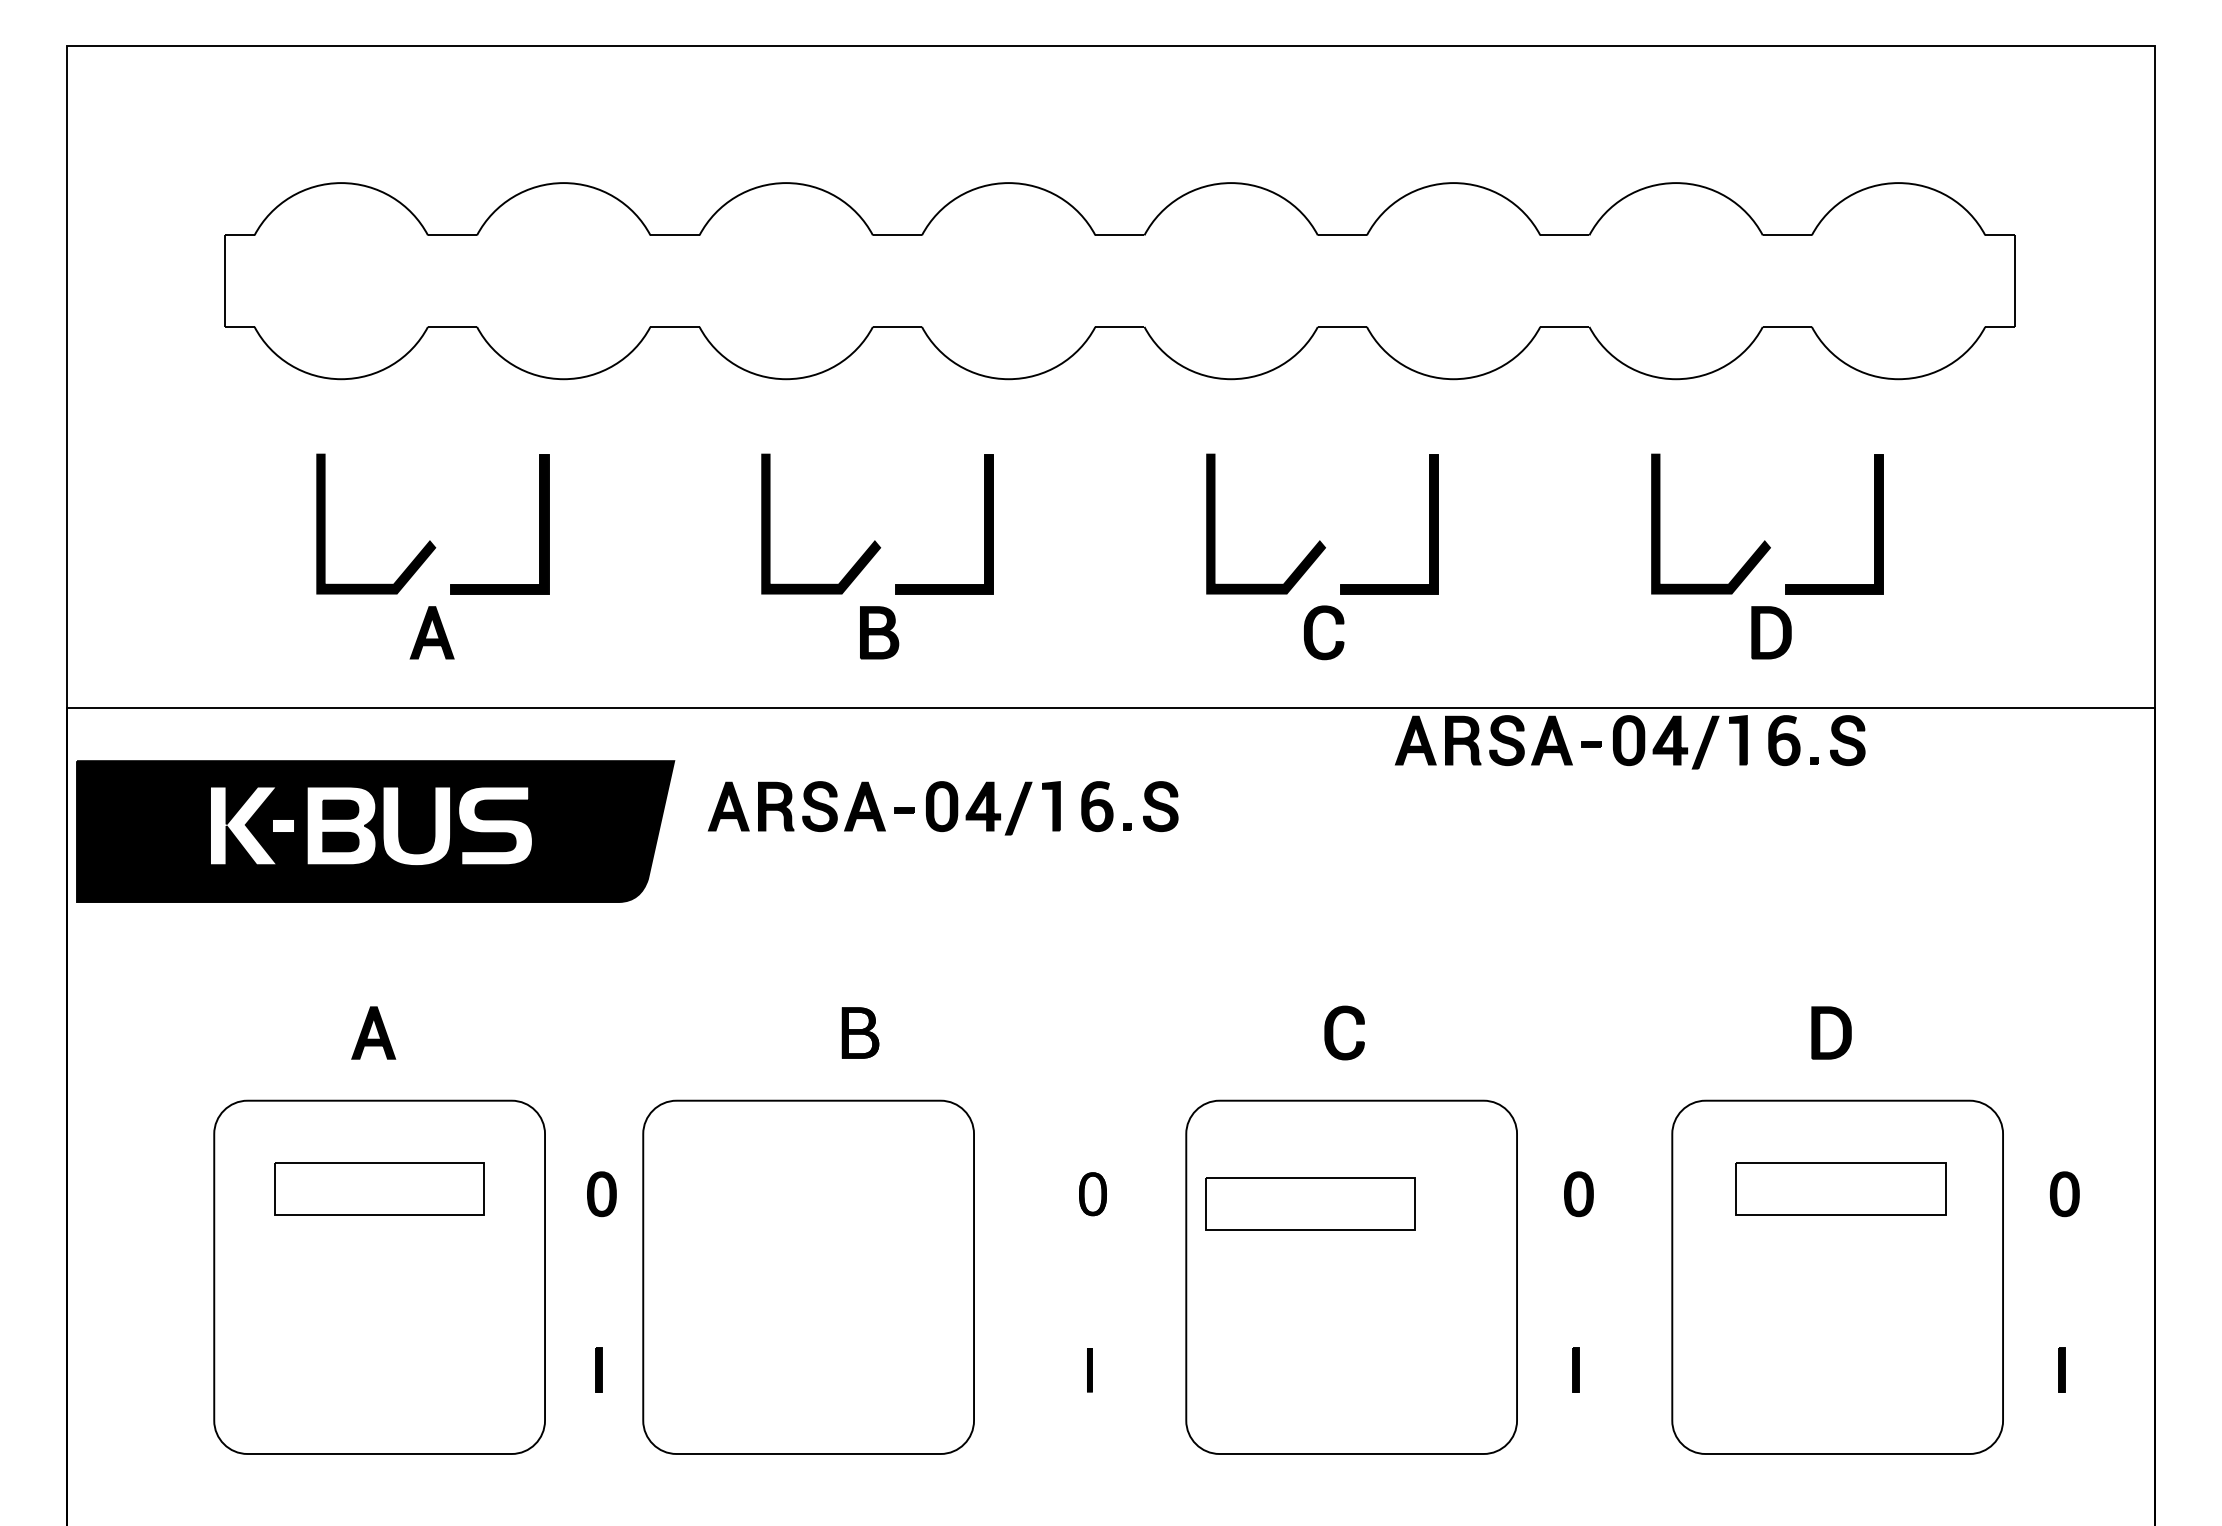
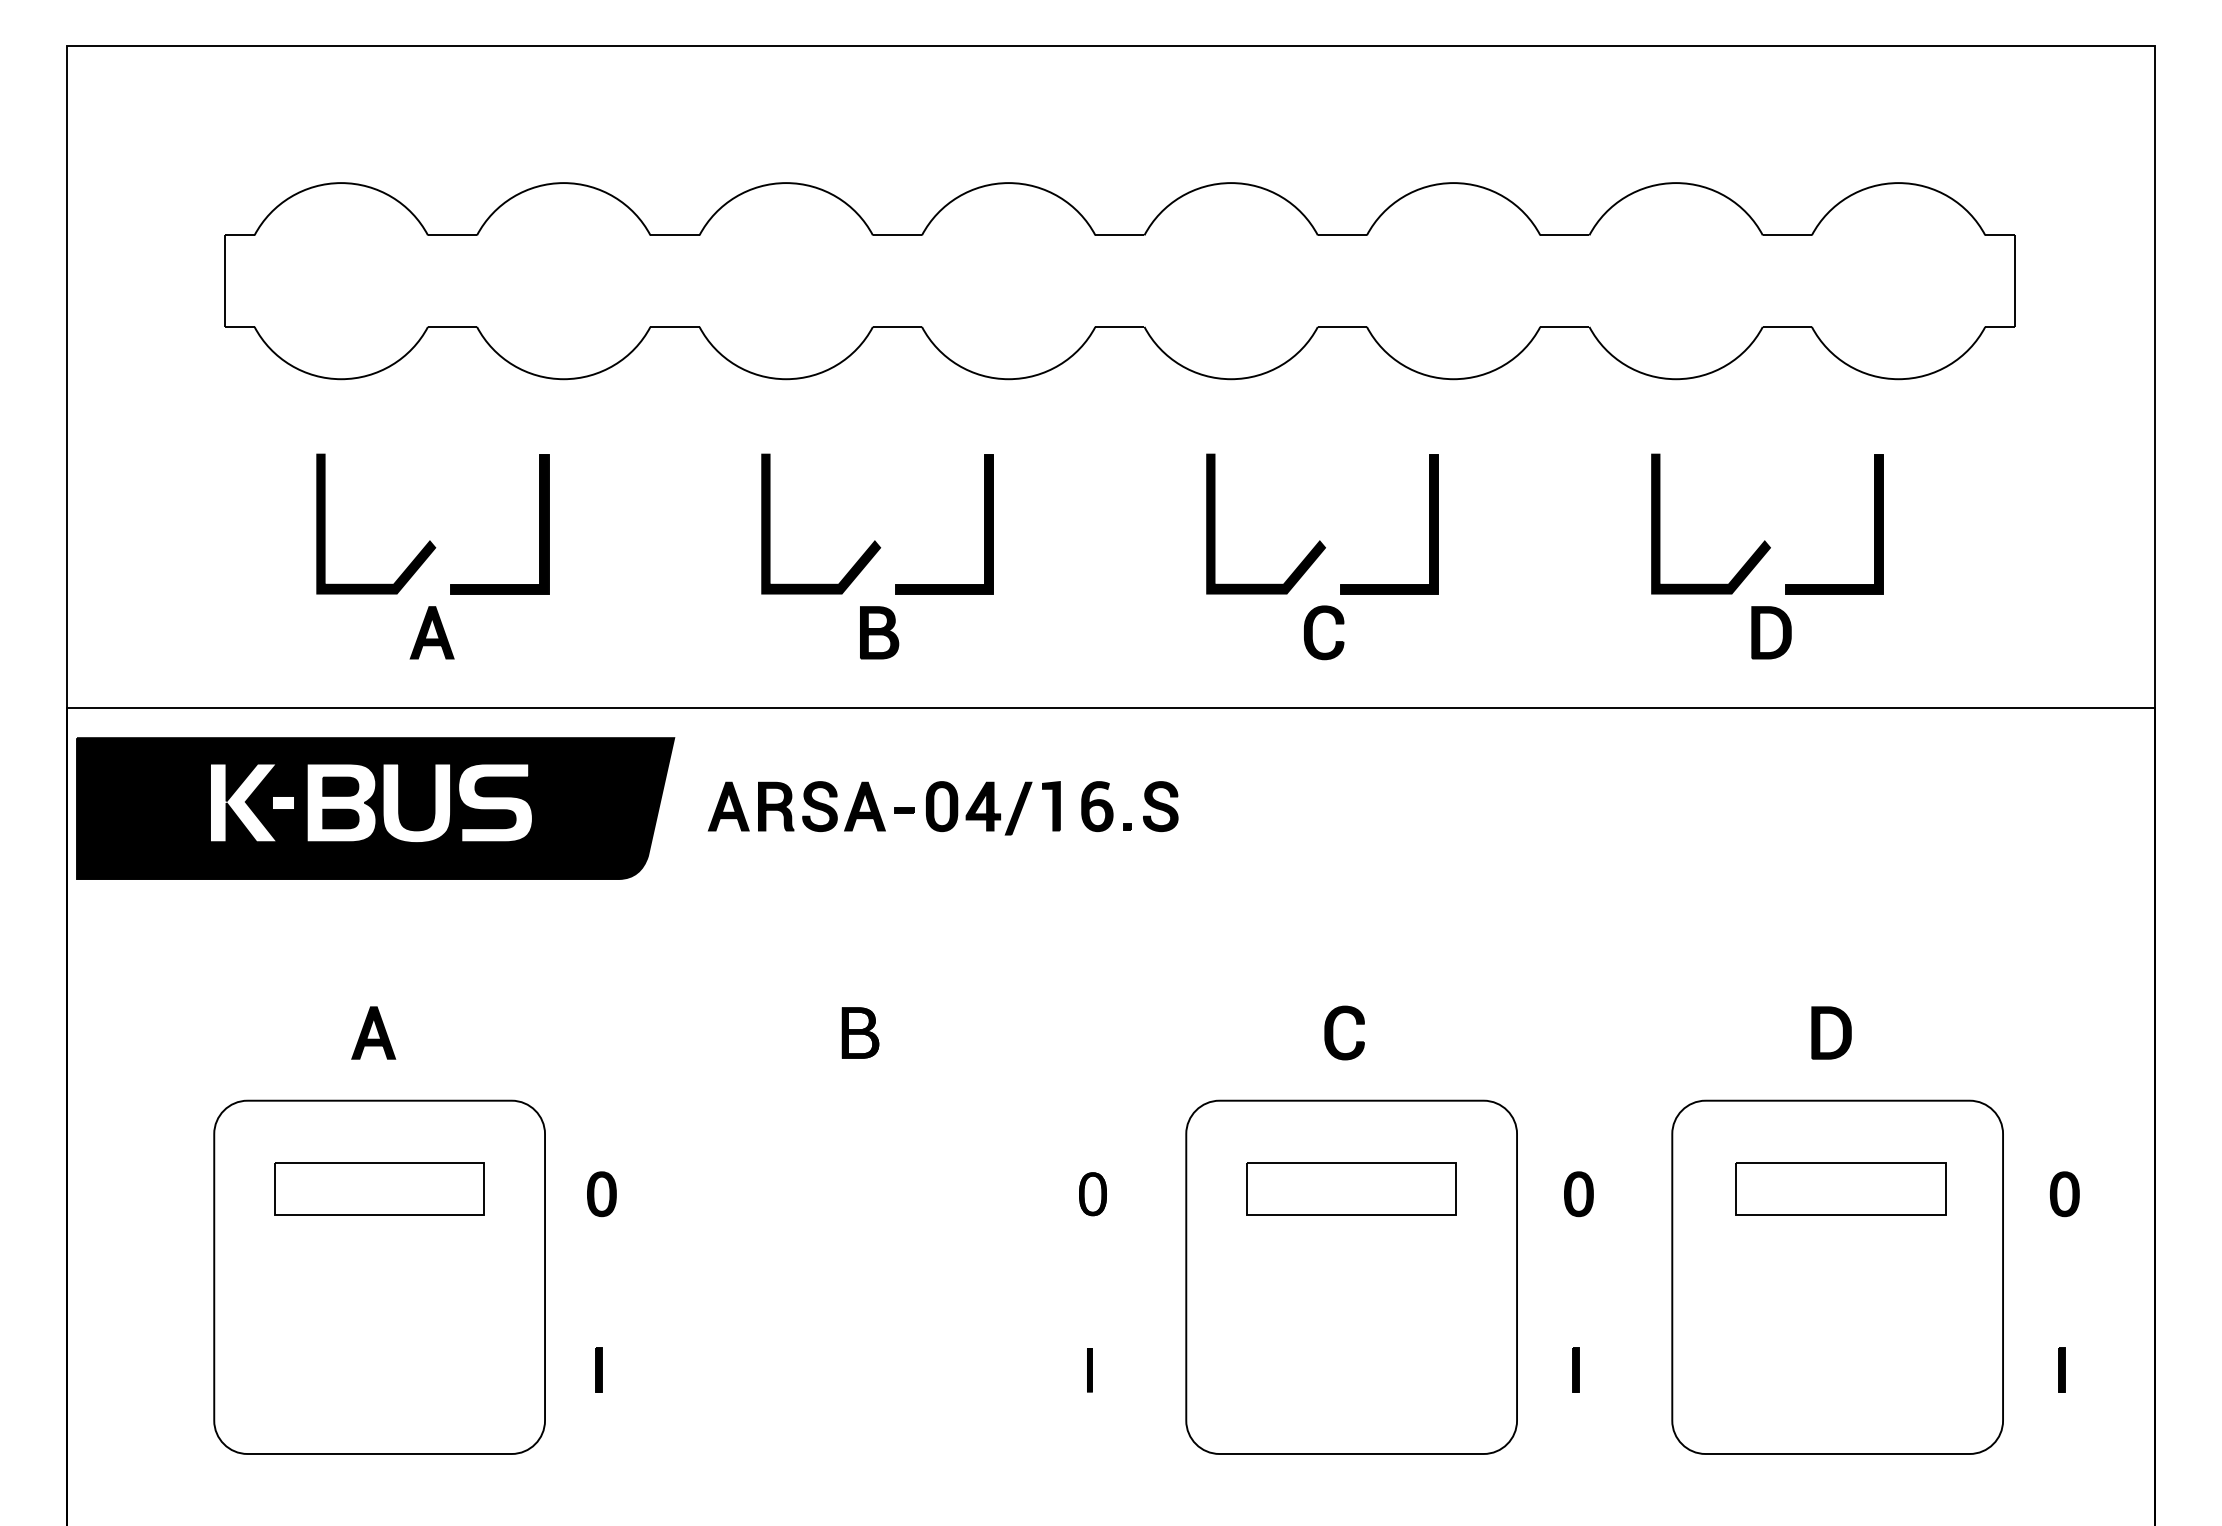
part at (1629, 742): present -> none
part at (375, 831) position: (375, 831) -> (375, 808)
part at (1310, 1203) position: (1310, 1203) -> (1351, 1188)
part at (808, 1276): present -> none
